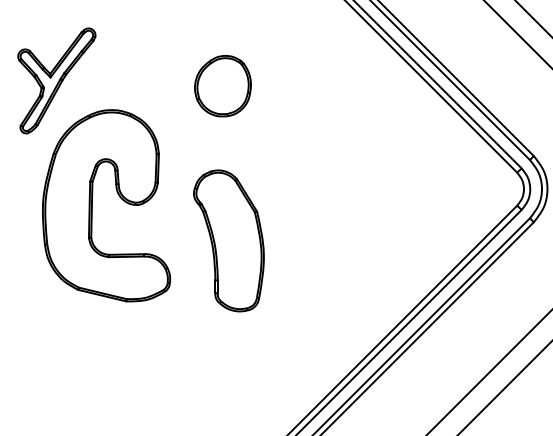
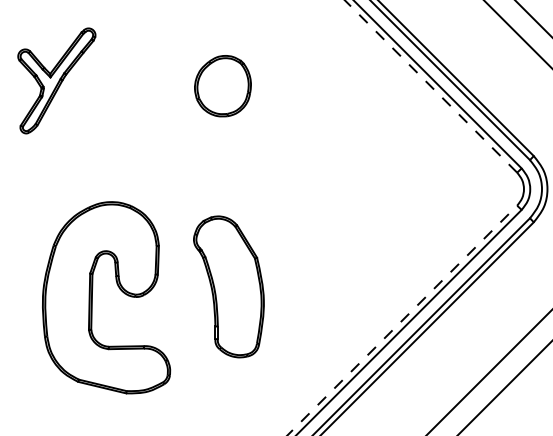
line at (430, 86): solid -> dashed
part at (92, 205) position: (92, 205) -> (92, 297)
part at (228, 240) position: (228, 240) -> (228, 286)
line at (402, 320): solid -> dashed
